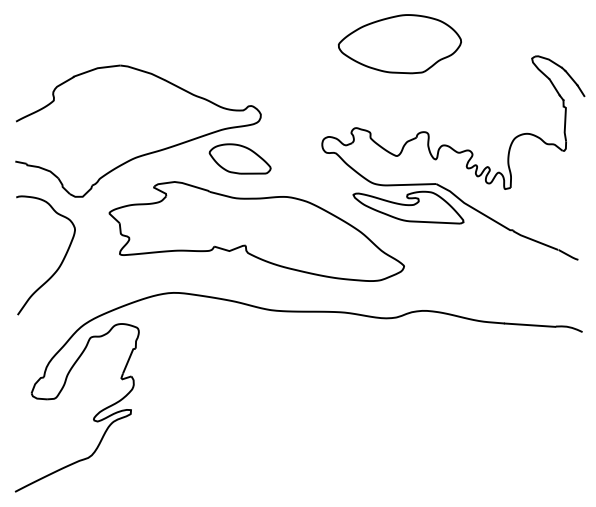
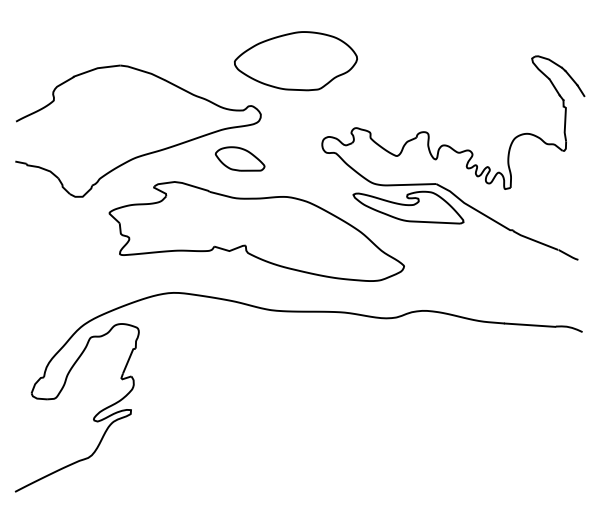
part at (399, 44) position: (399, 44) -> (295, 61)
part at (239, 158) size: 64x32 px -> 52x26 px
curve at (60, 263): present -> none
